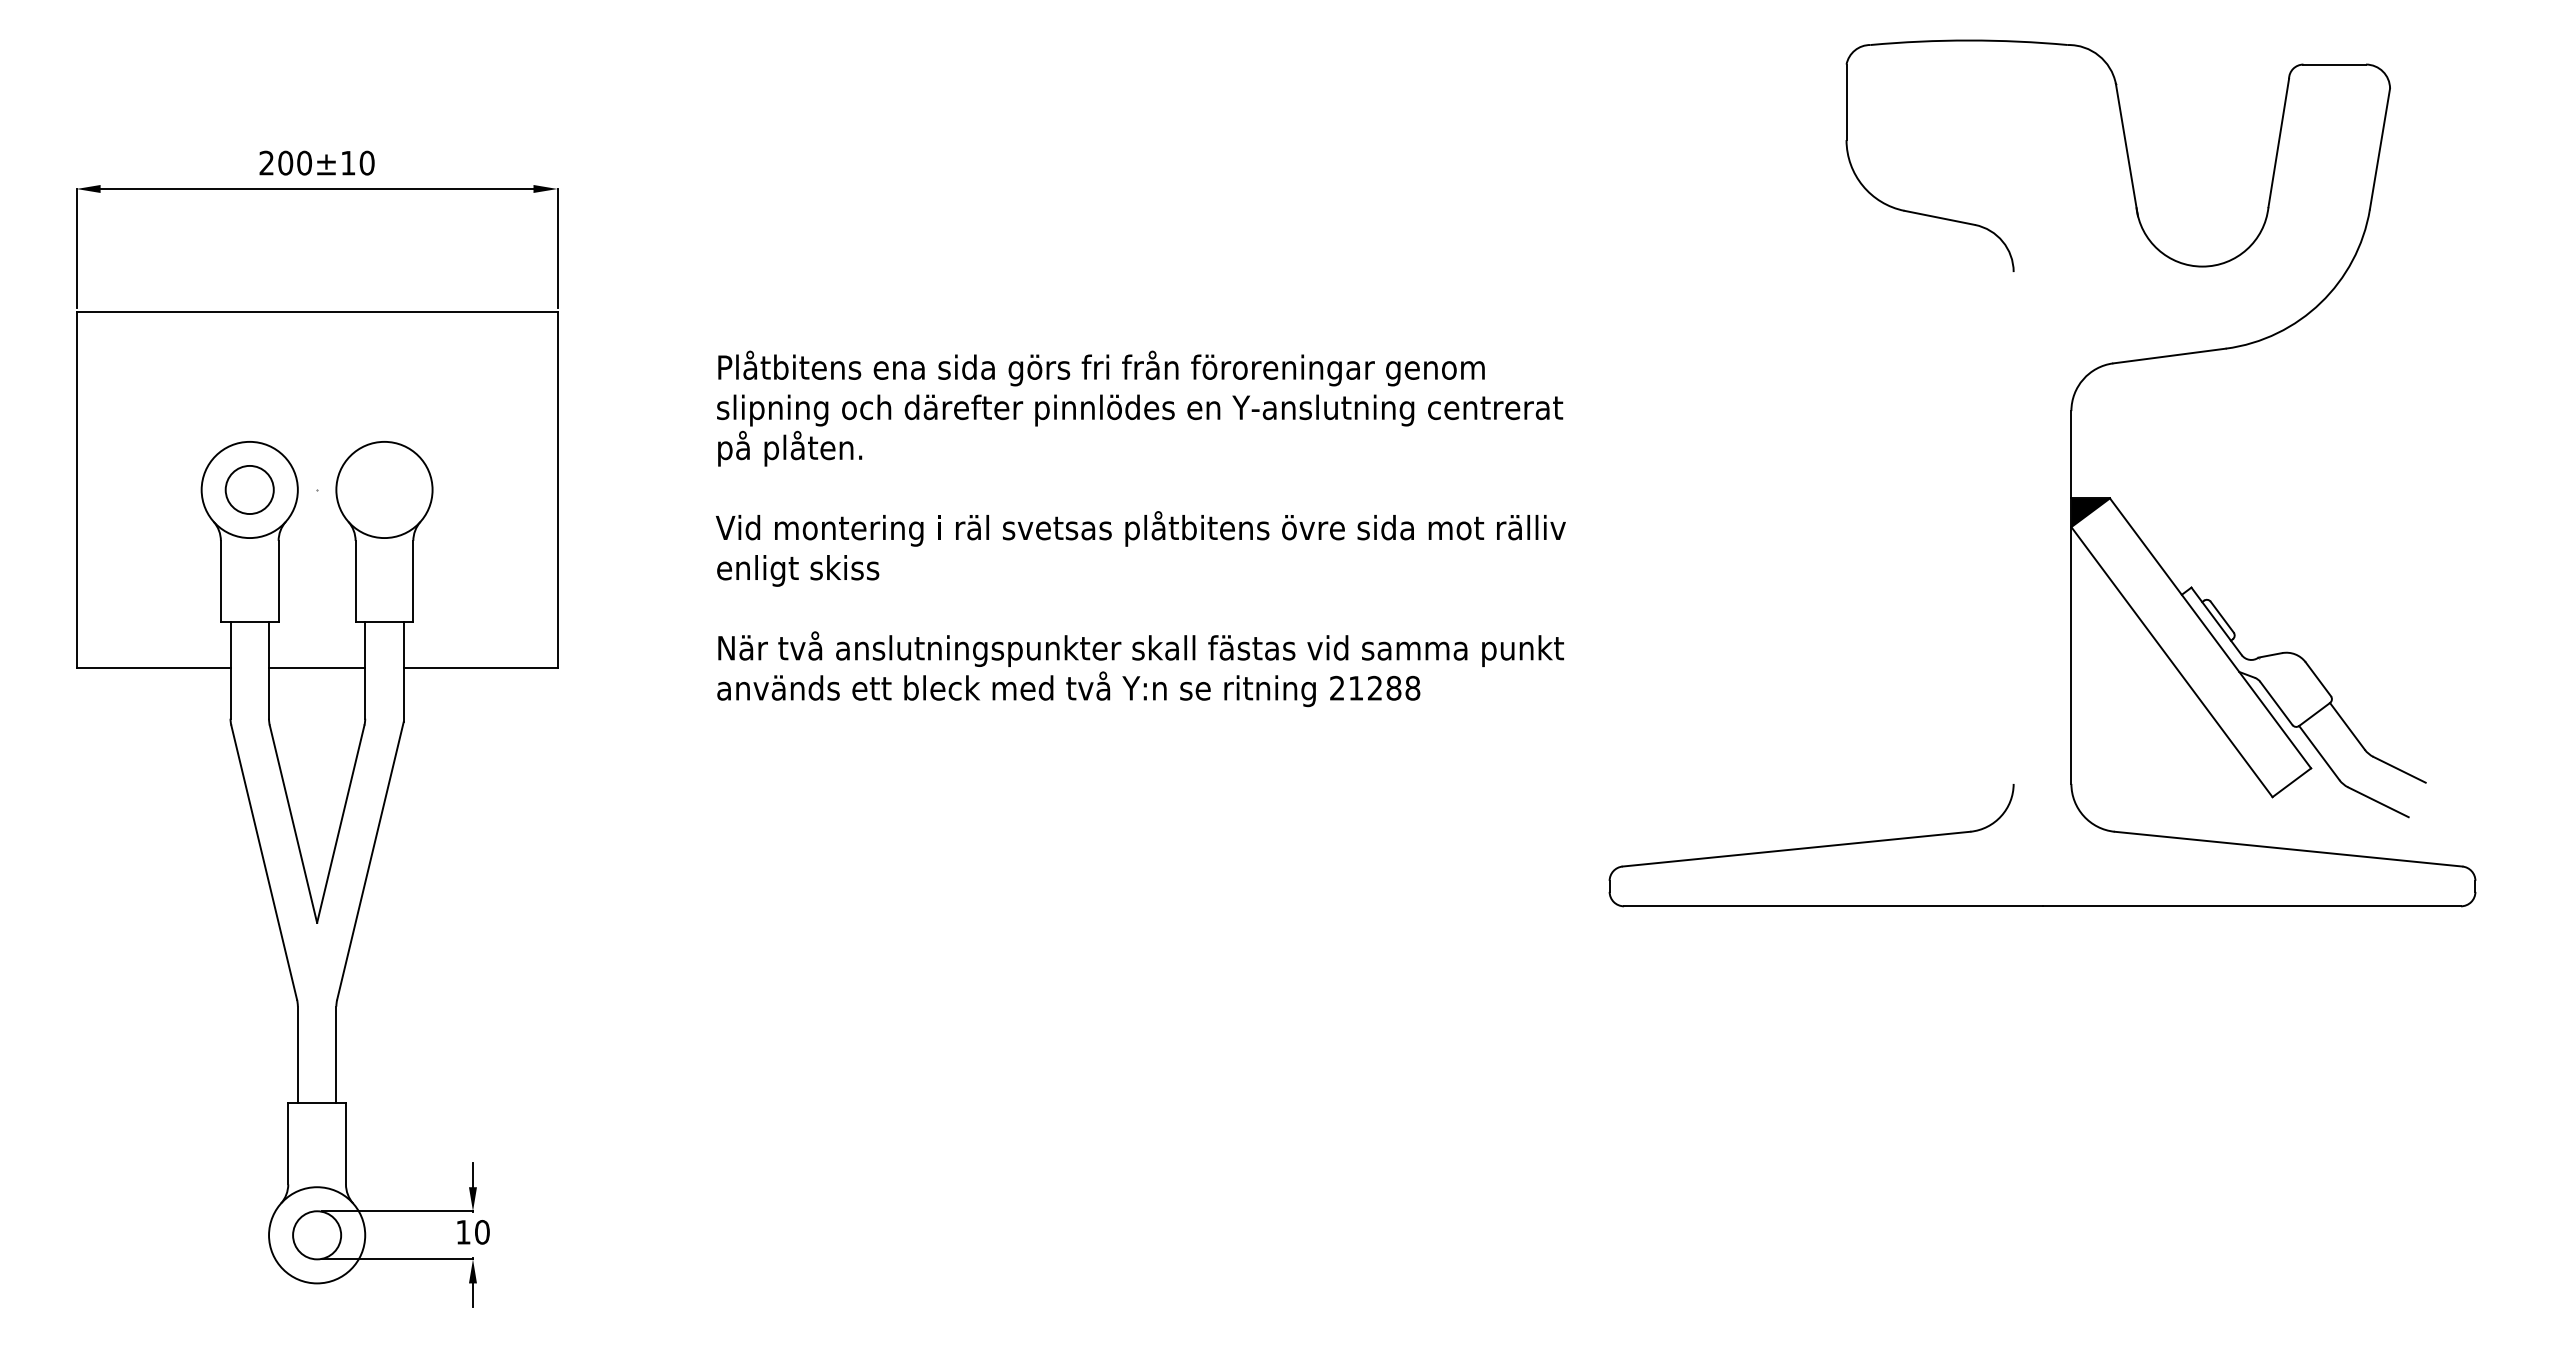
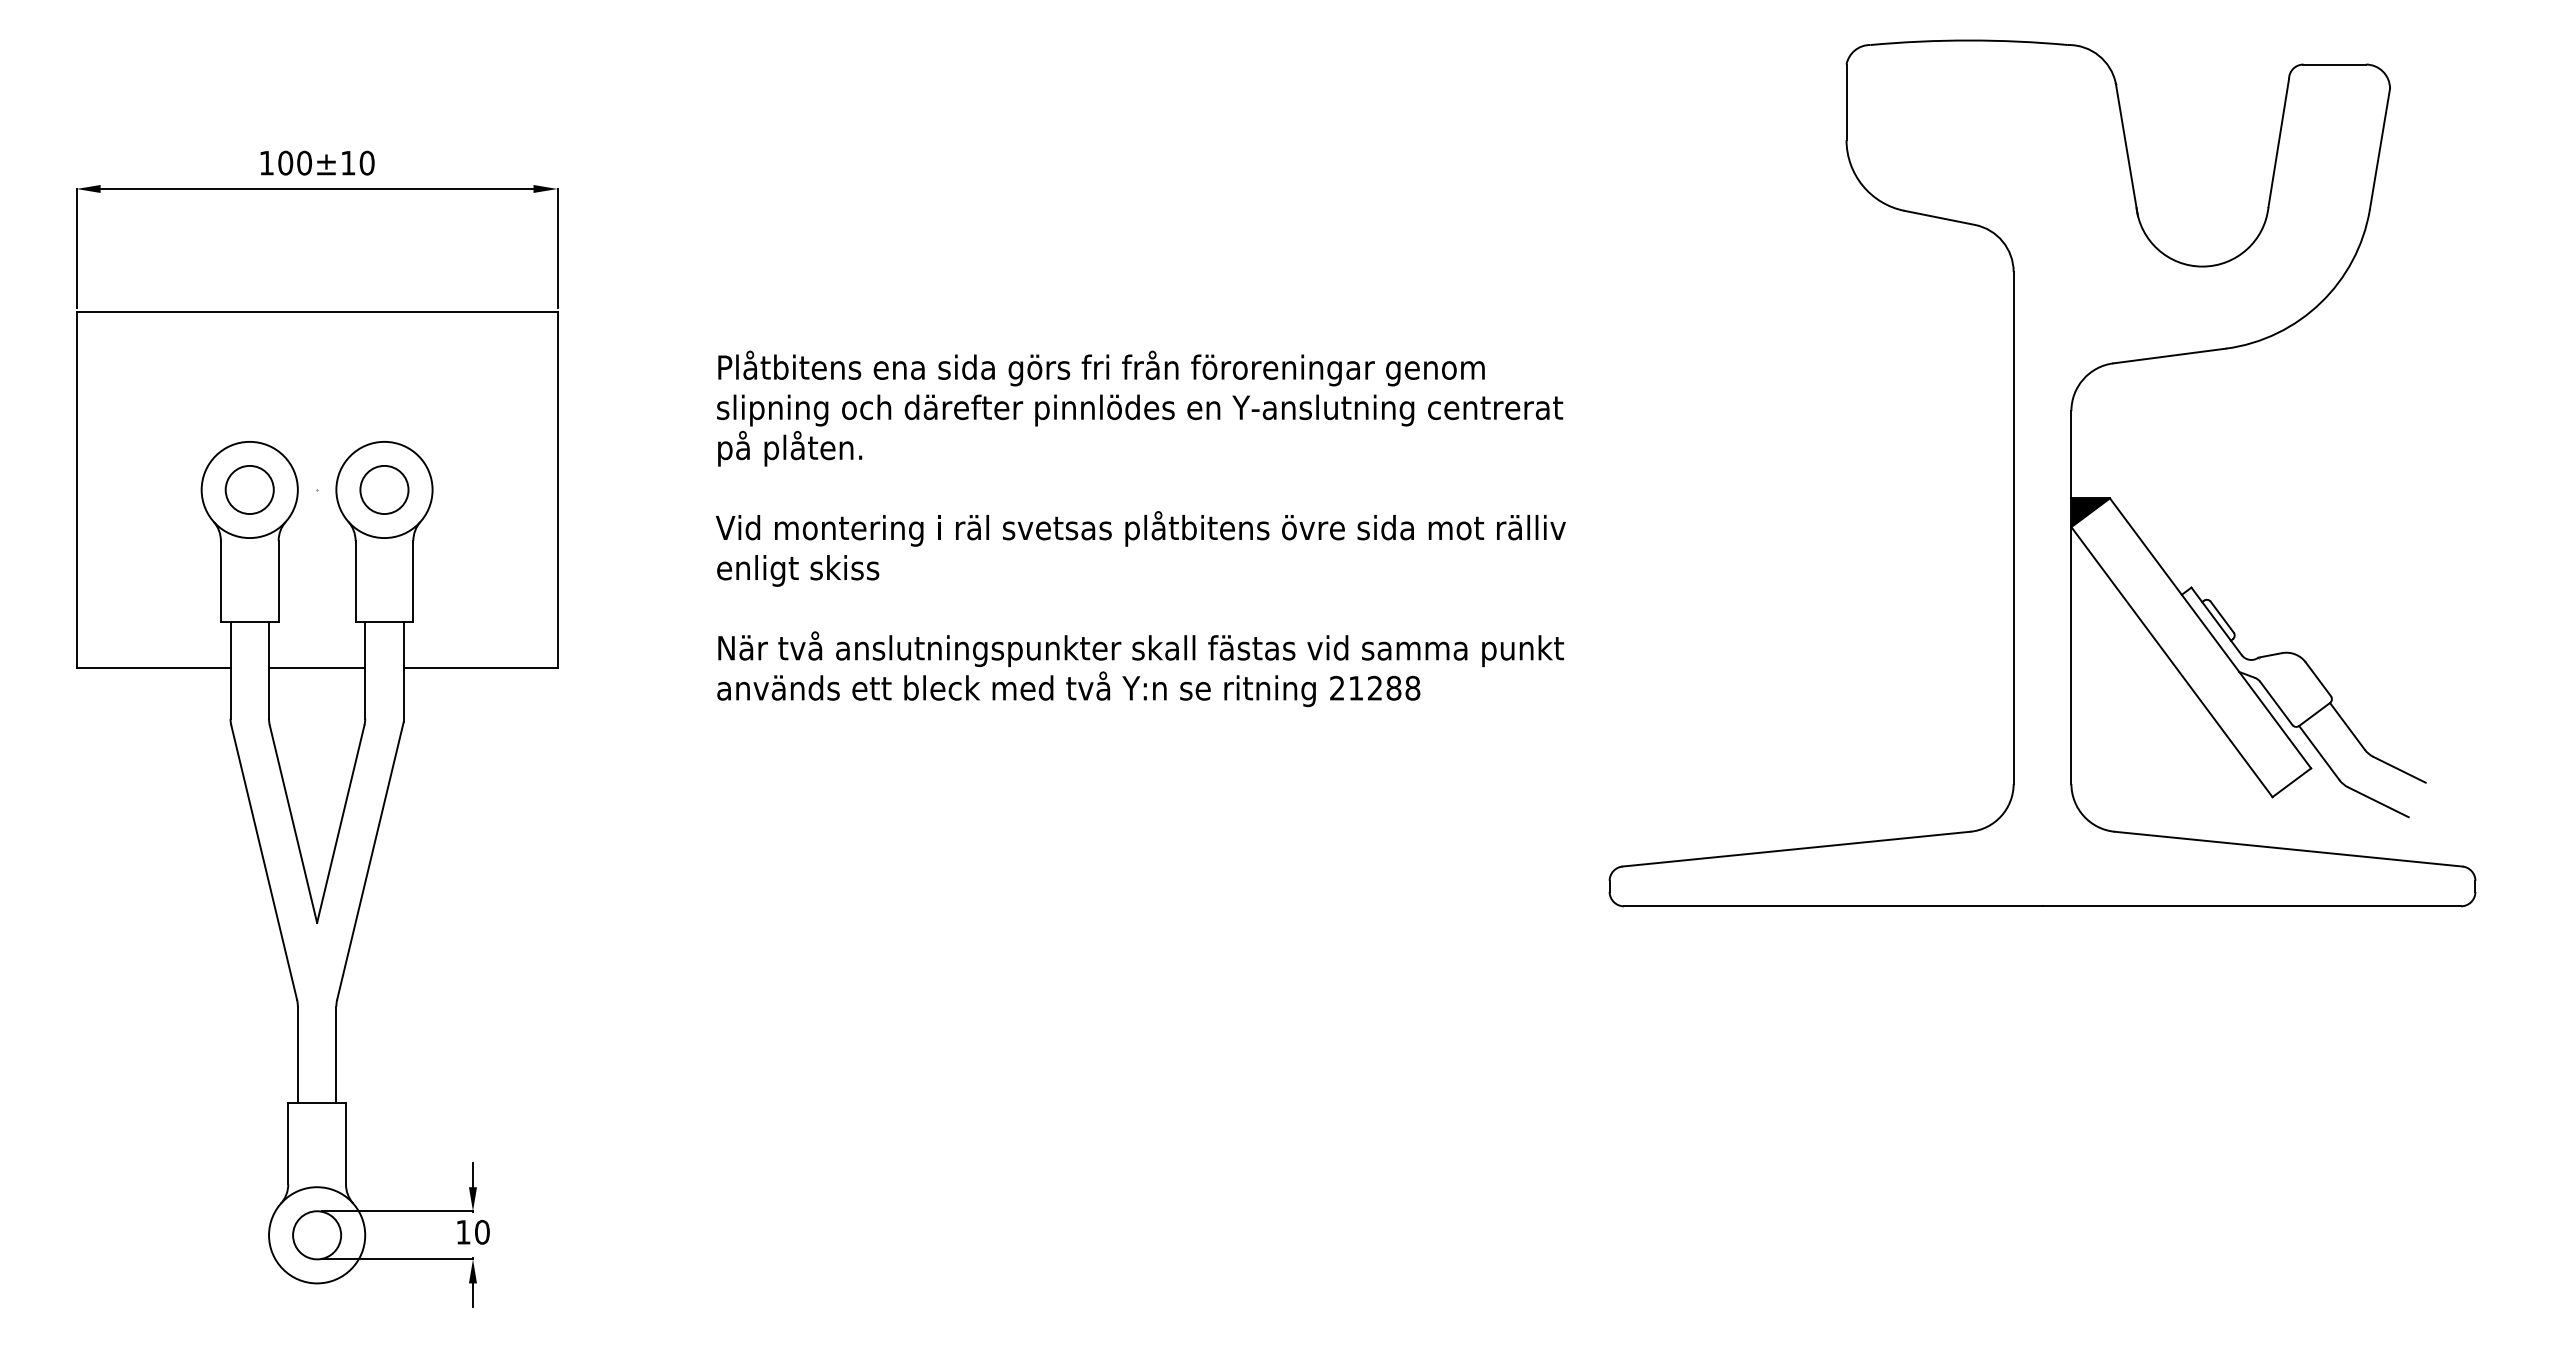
text at (266, 162): 200±10 -> 100±10
circle at (384, 489): none -> present
line at (2013, 527): none -> present
